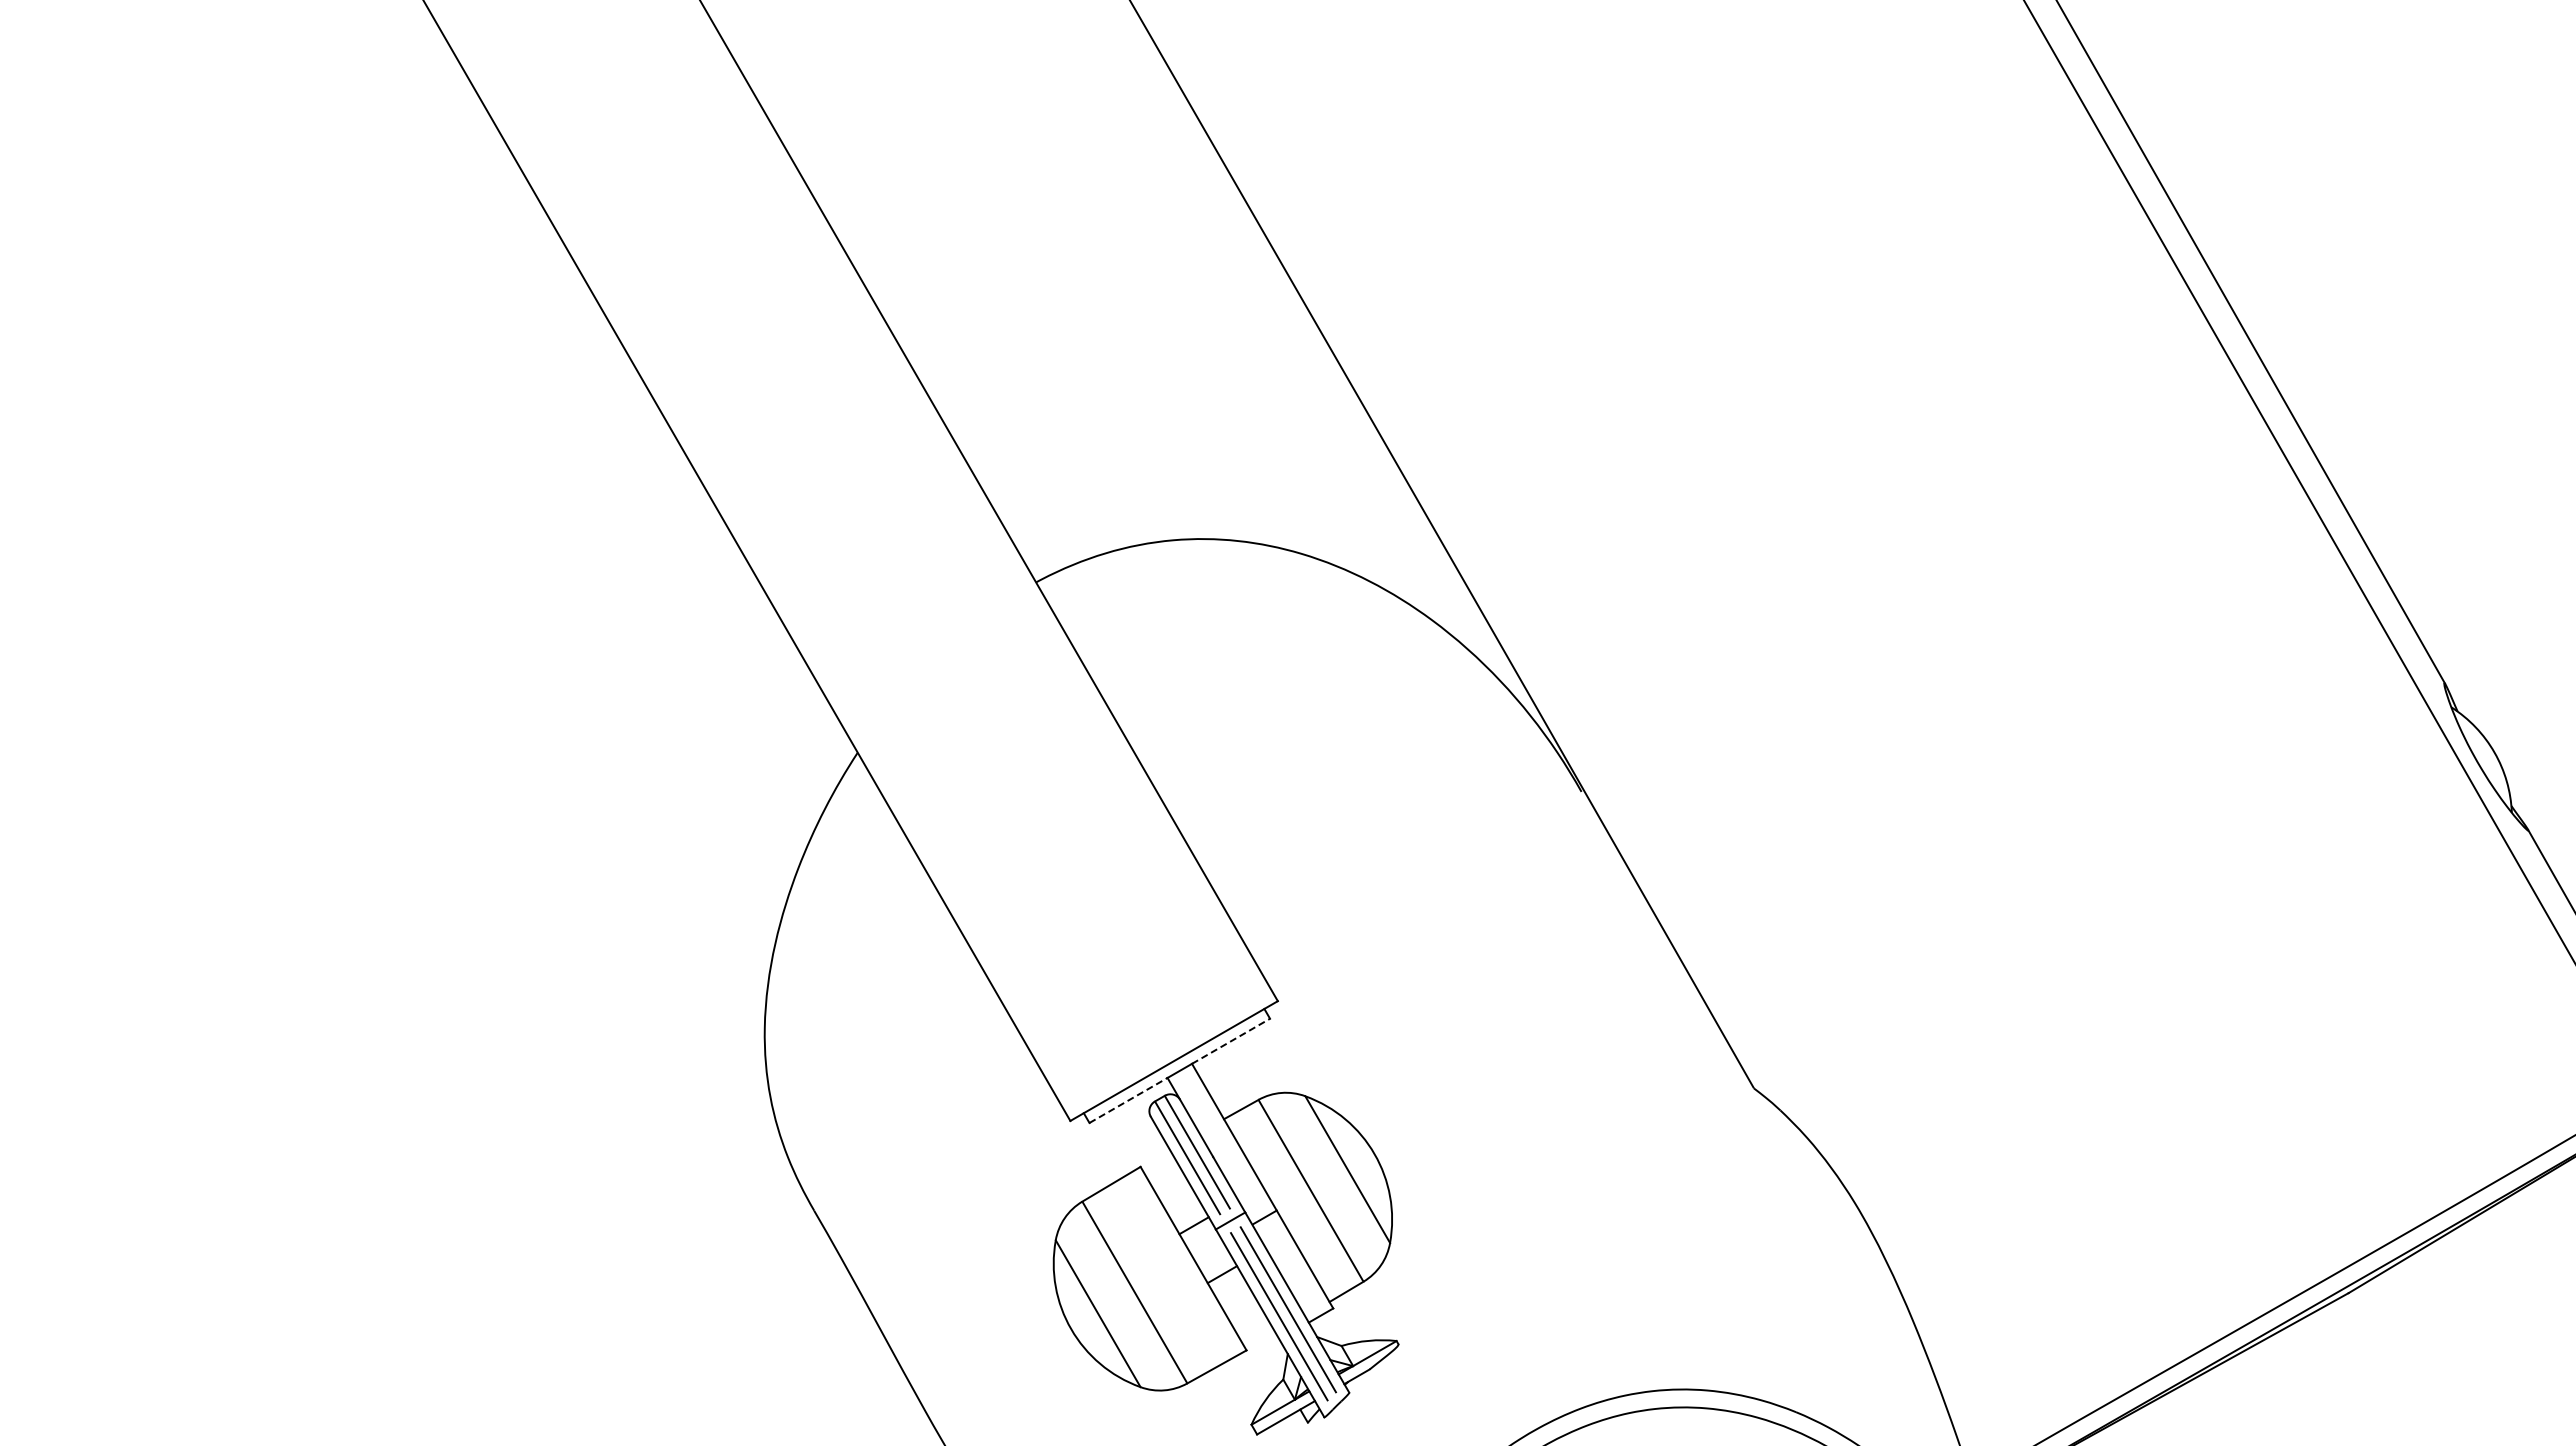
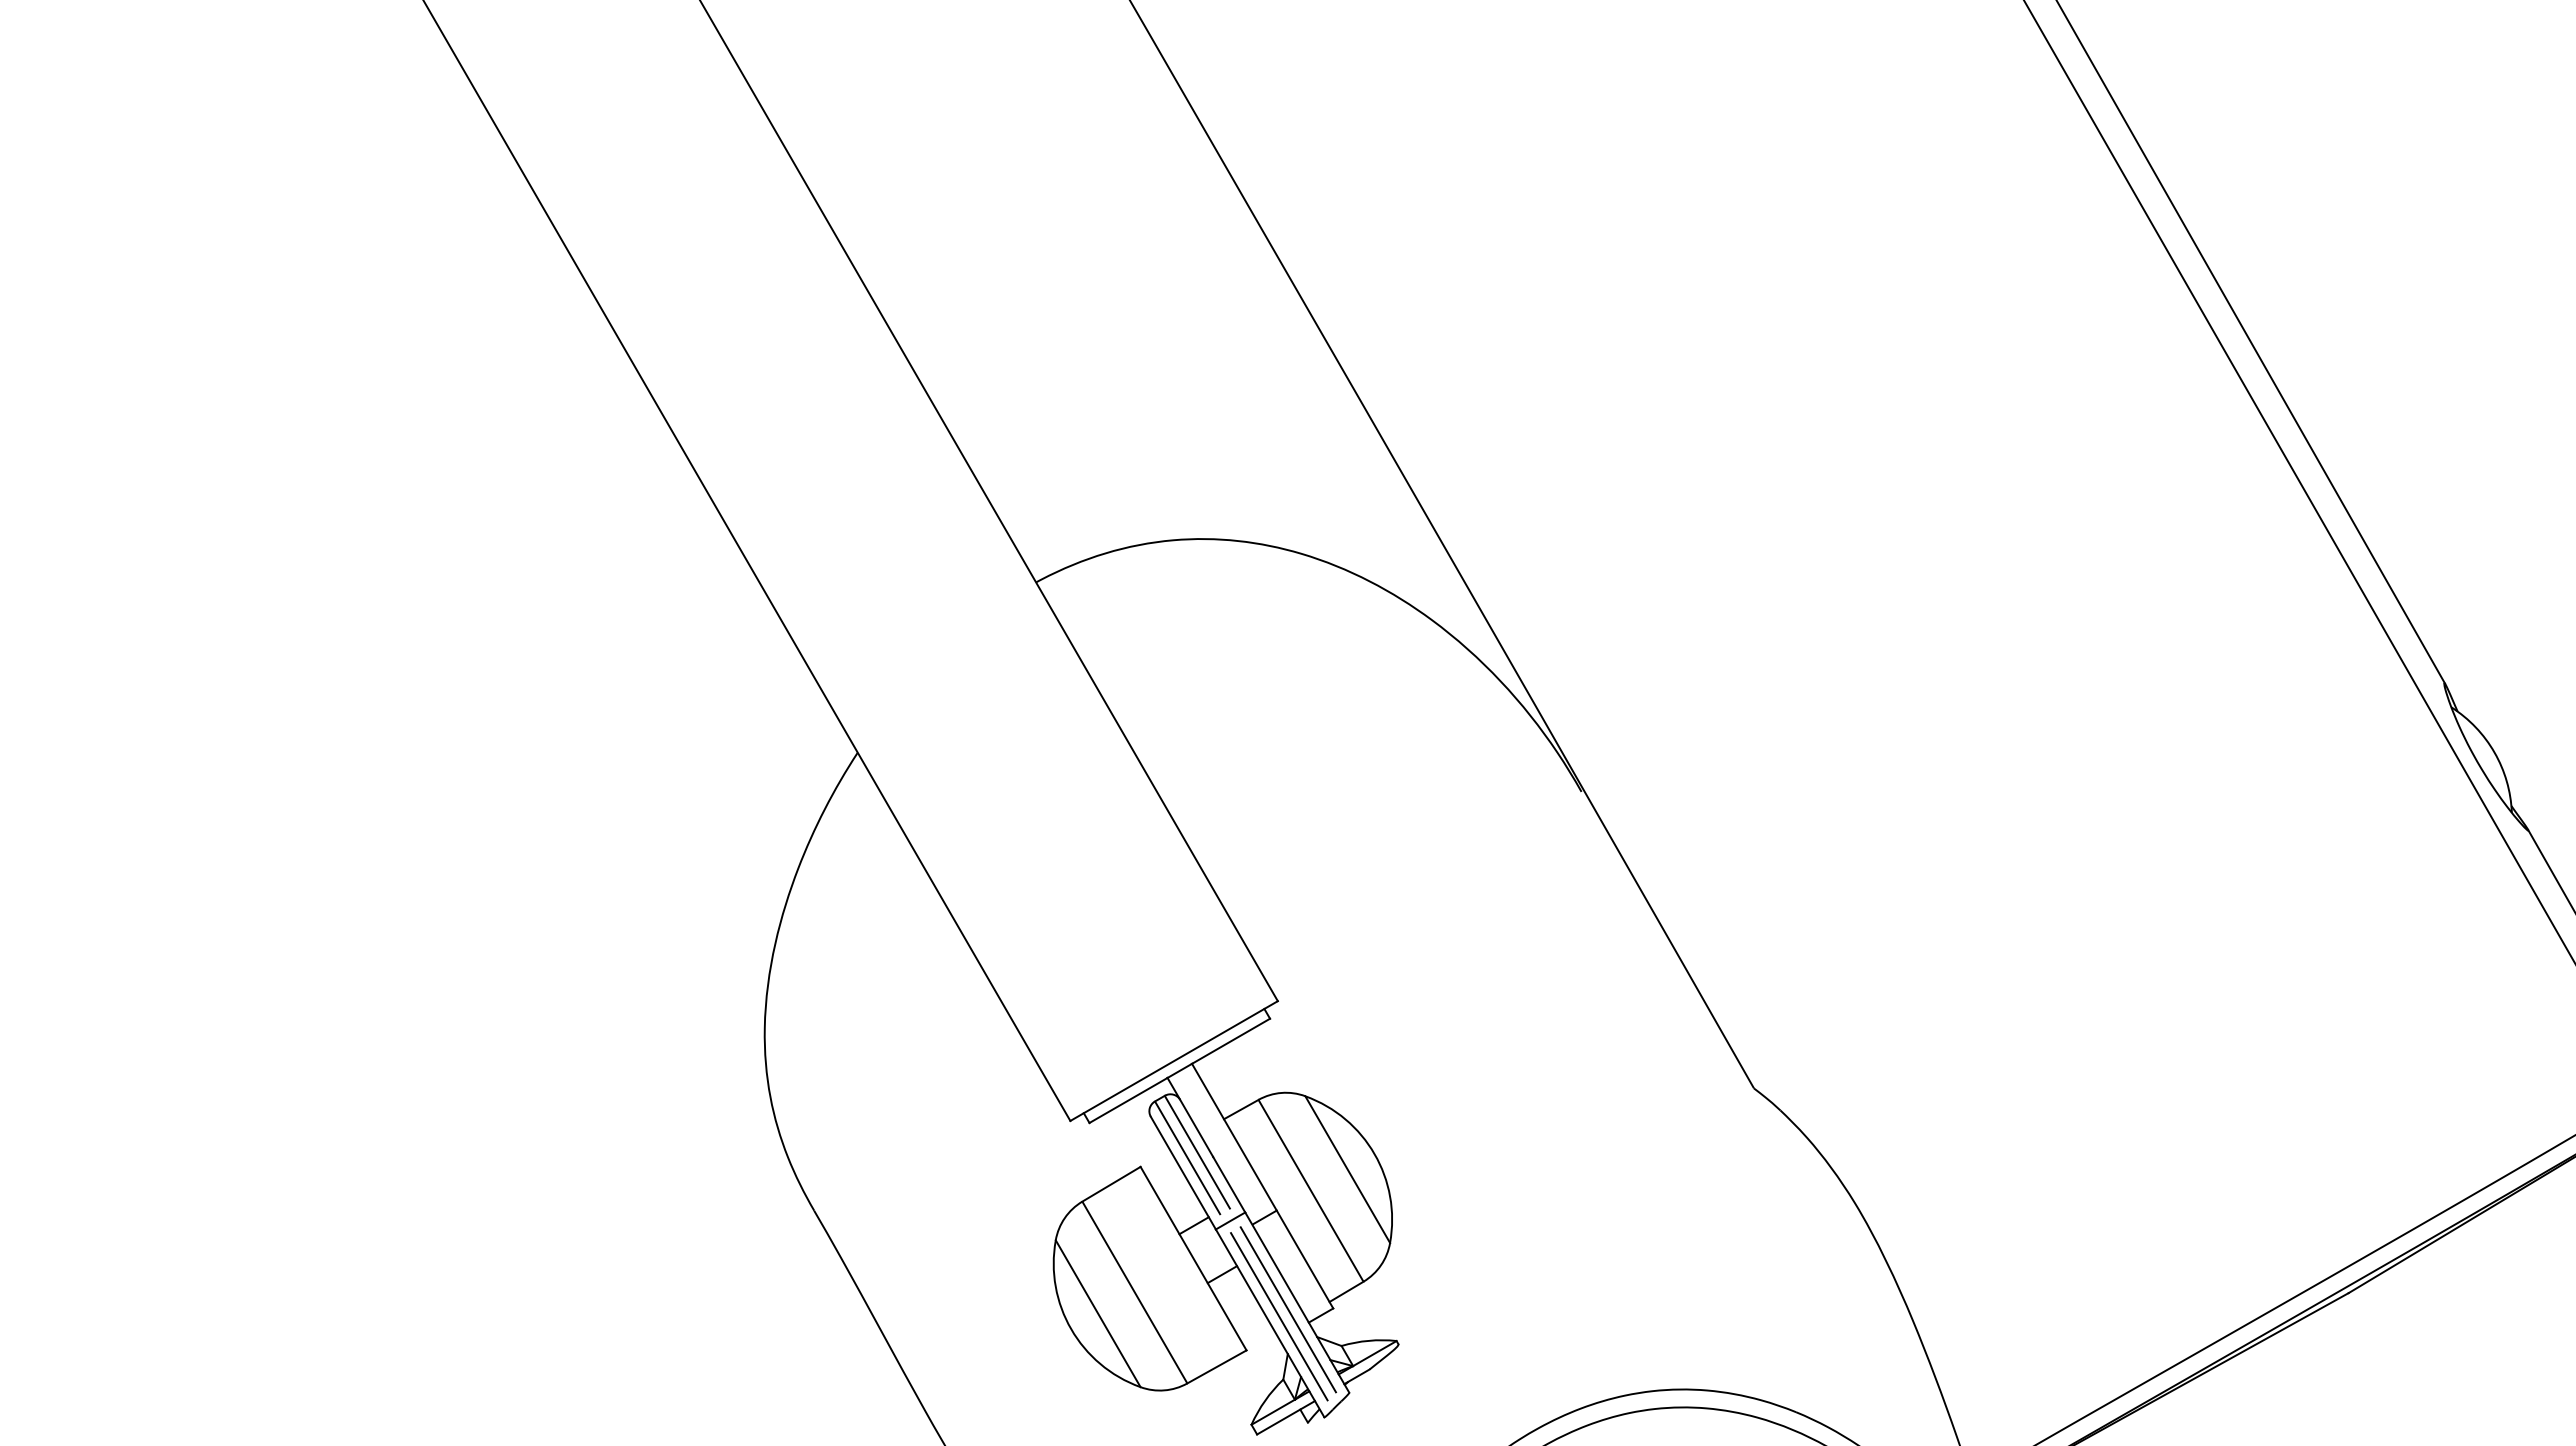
line at (1231, 1041): dashed -> solid
line at (1128, 1100): dashed -> solid
